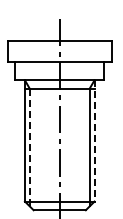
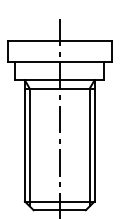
line at (94, 140): dashed -> solid
line at (29, 147): dashed -> solid
